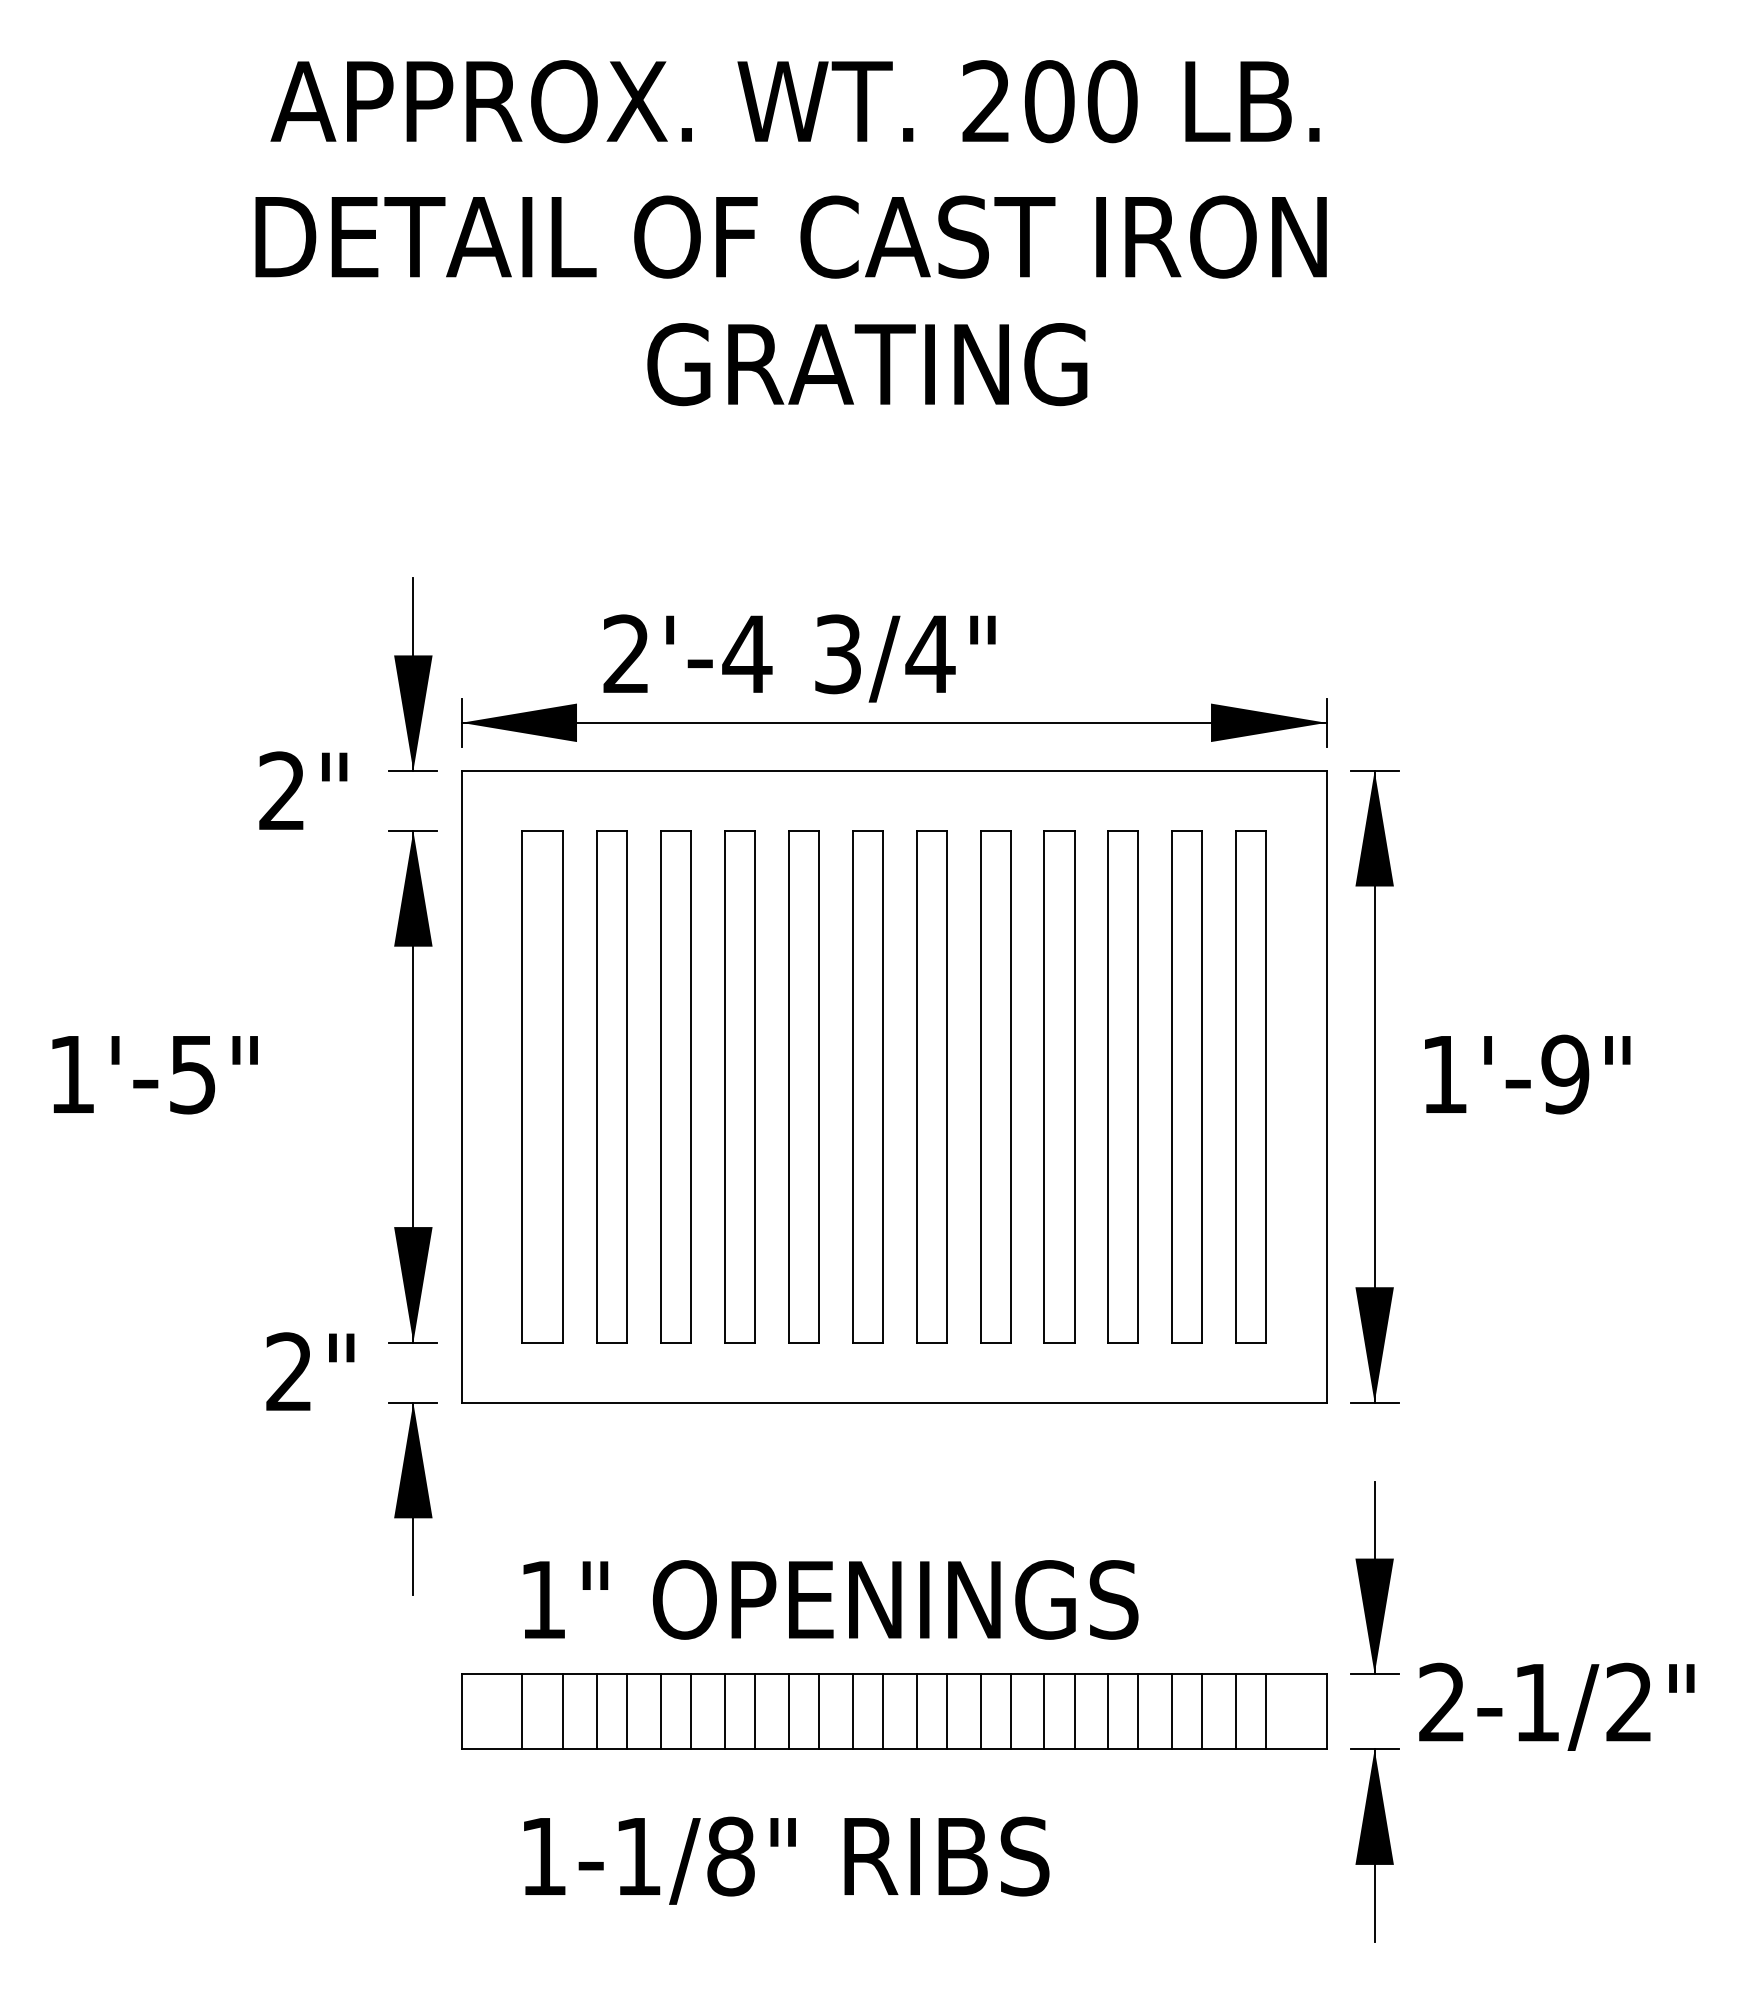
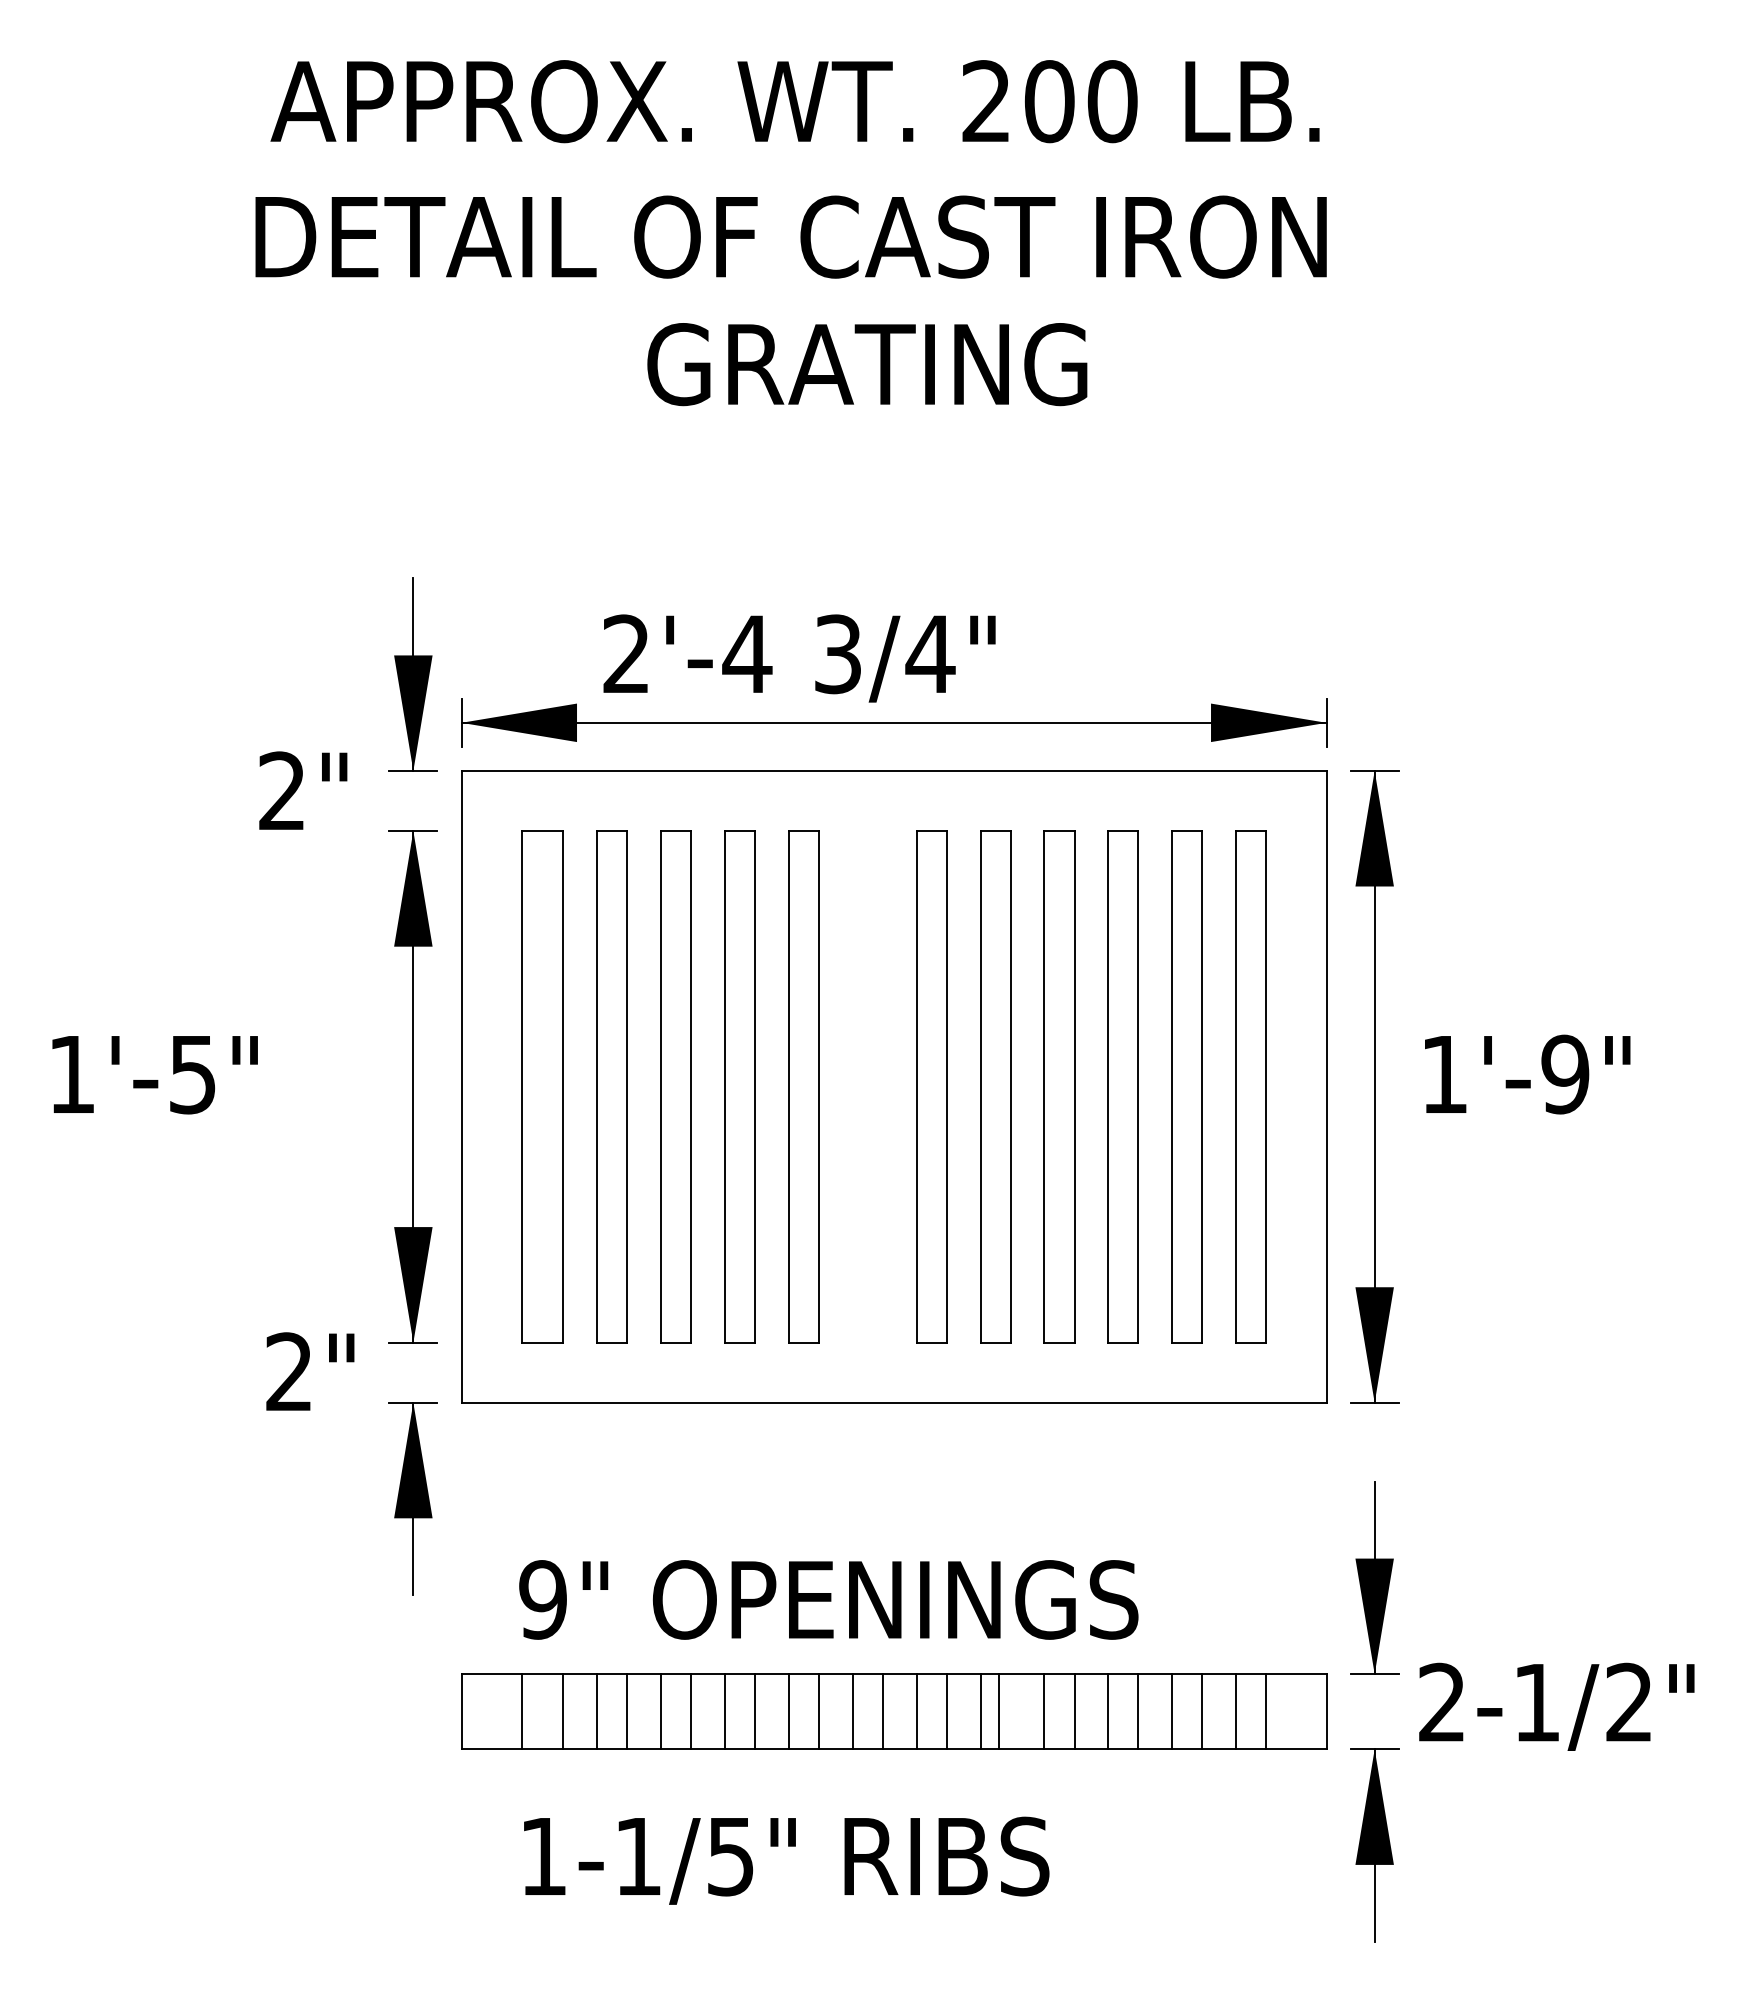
part at (867, 1086): present -> none
text at (542, 1599): 1" -> 9"
line at (1010, 1711) position: (1010, 1711) -> (998, 1711)
text at (730, 1856): 1-1/8" -> 1-1/5"
